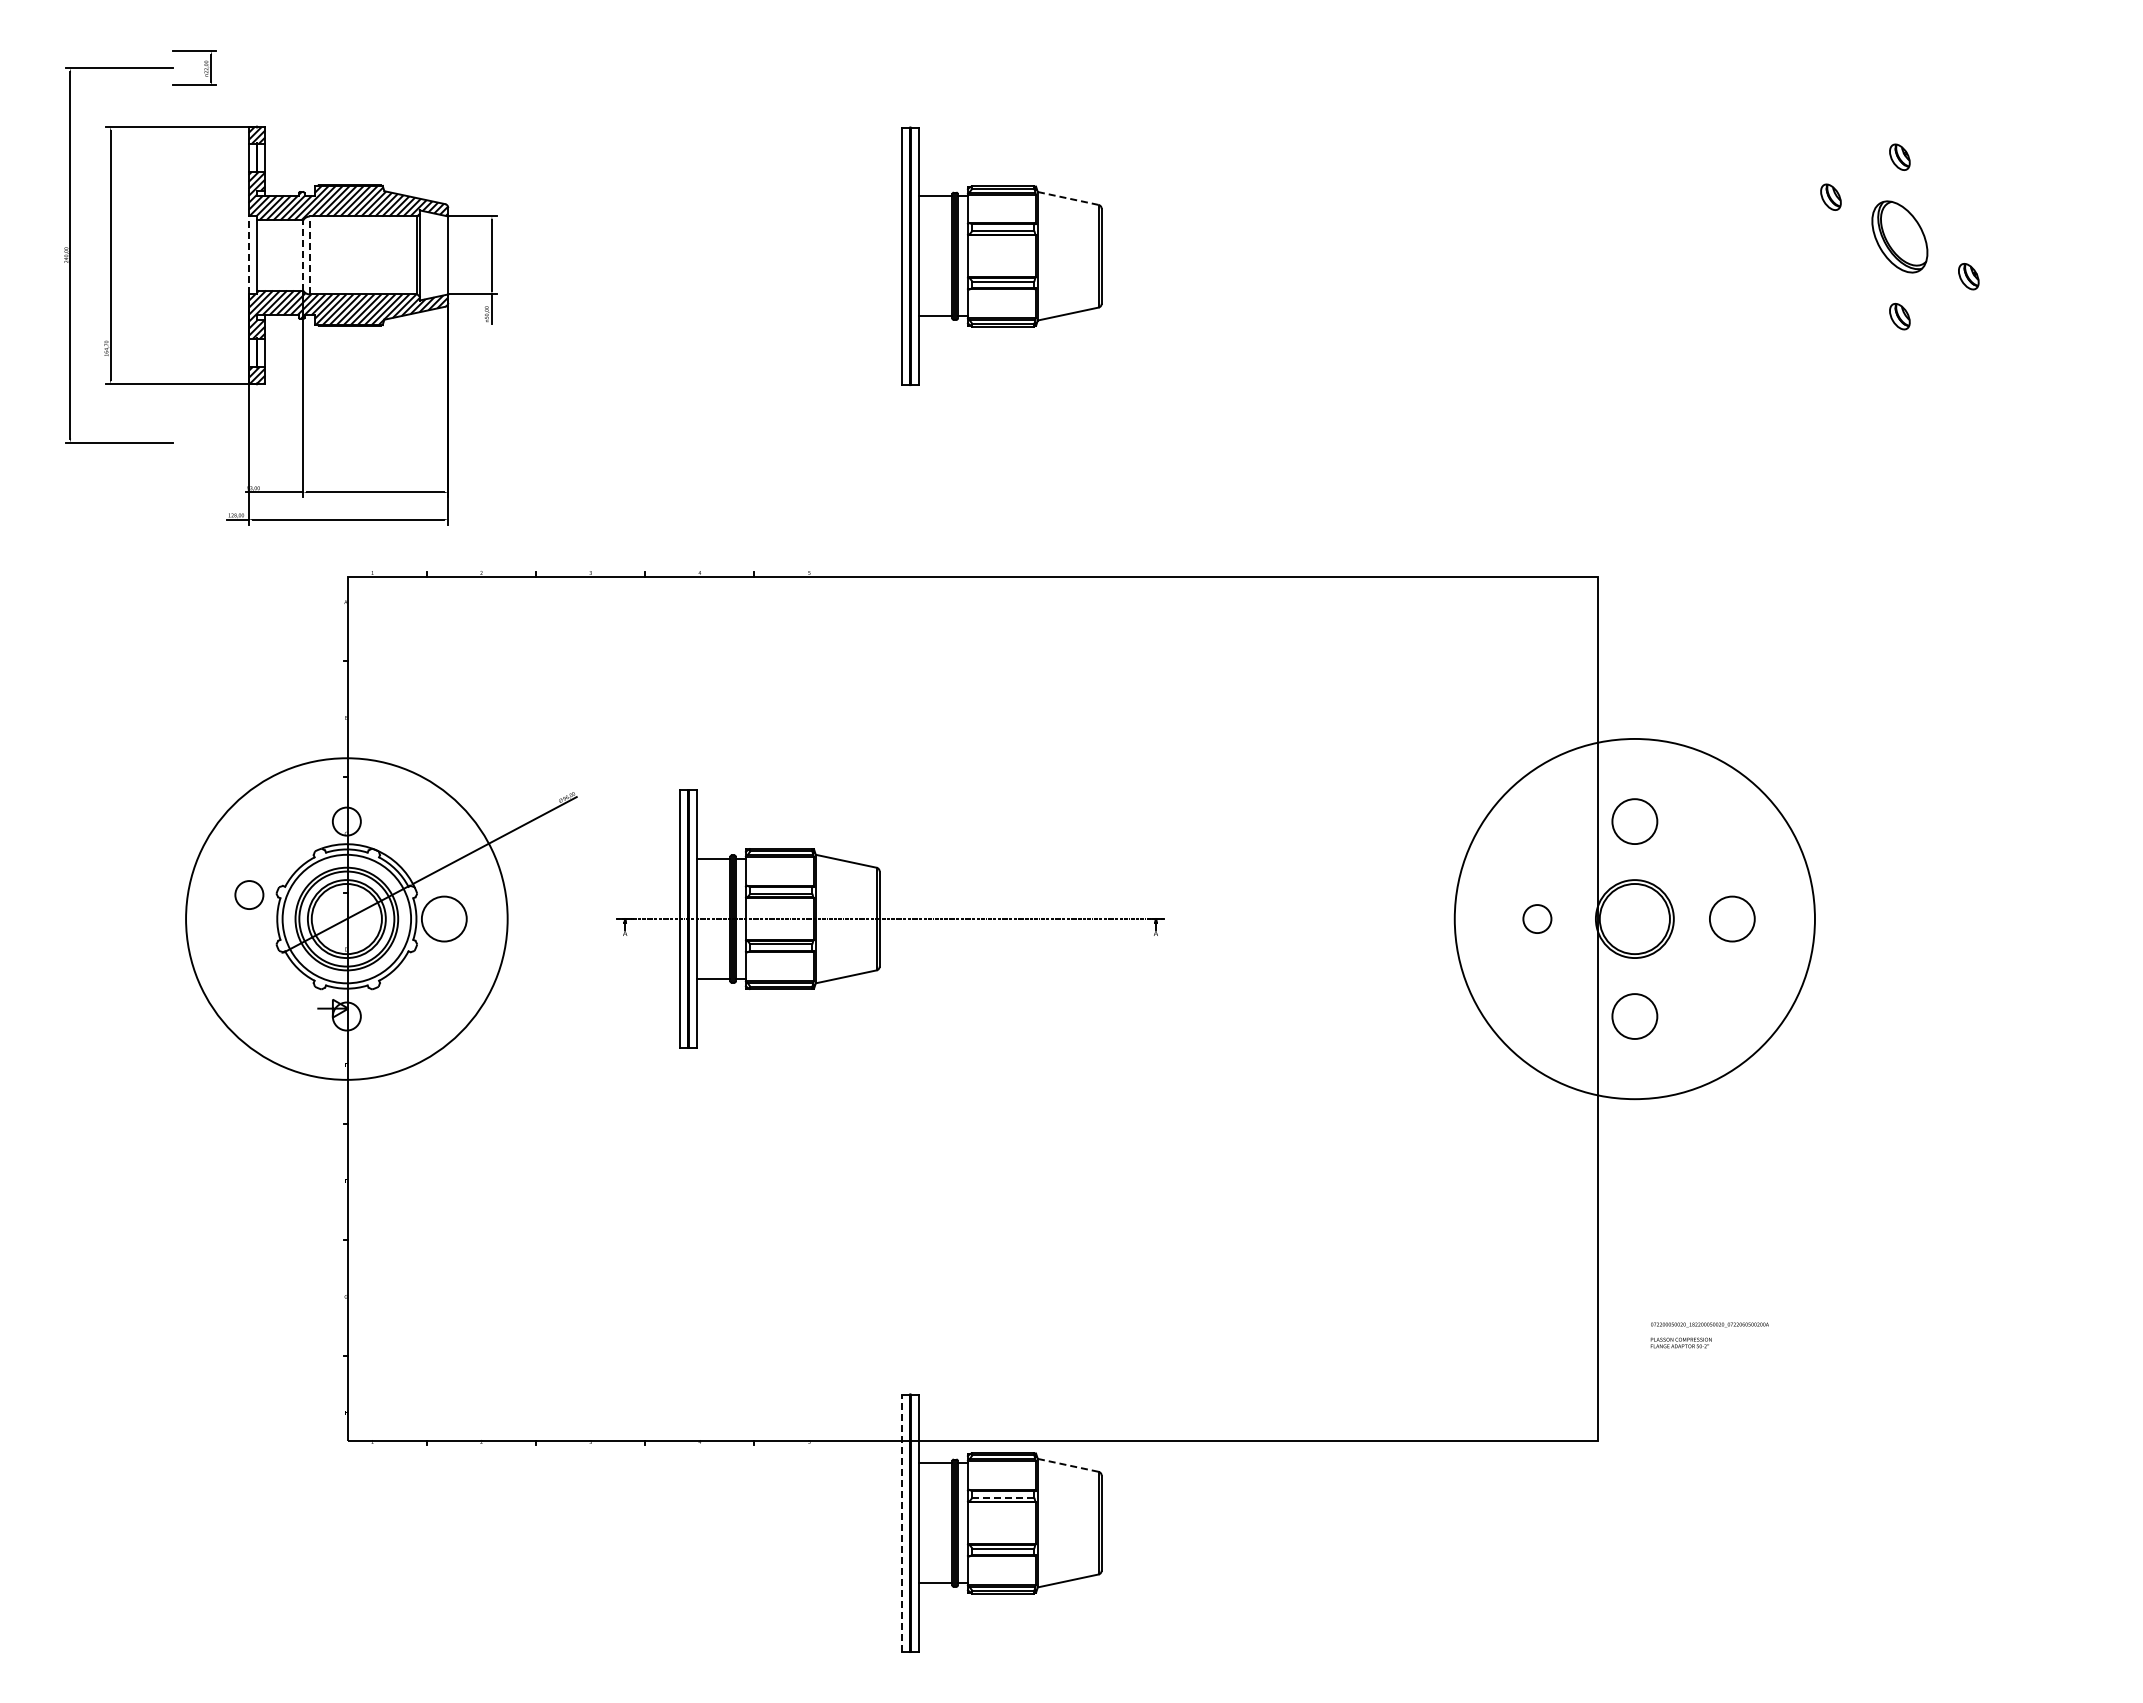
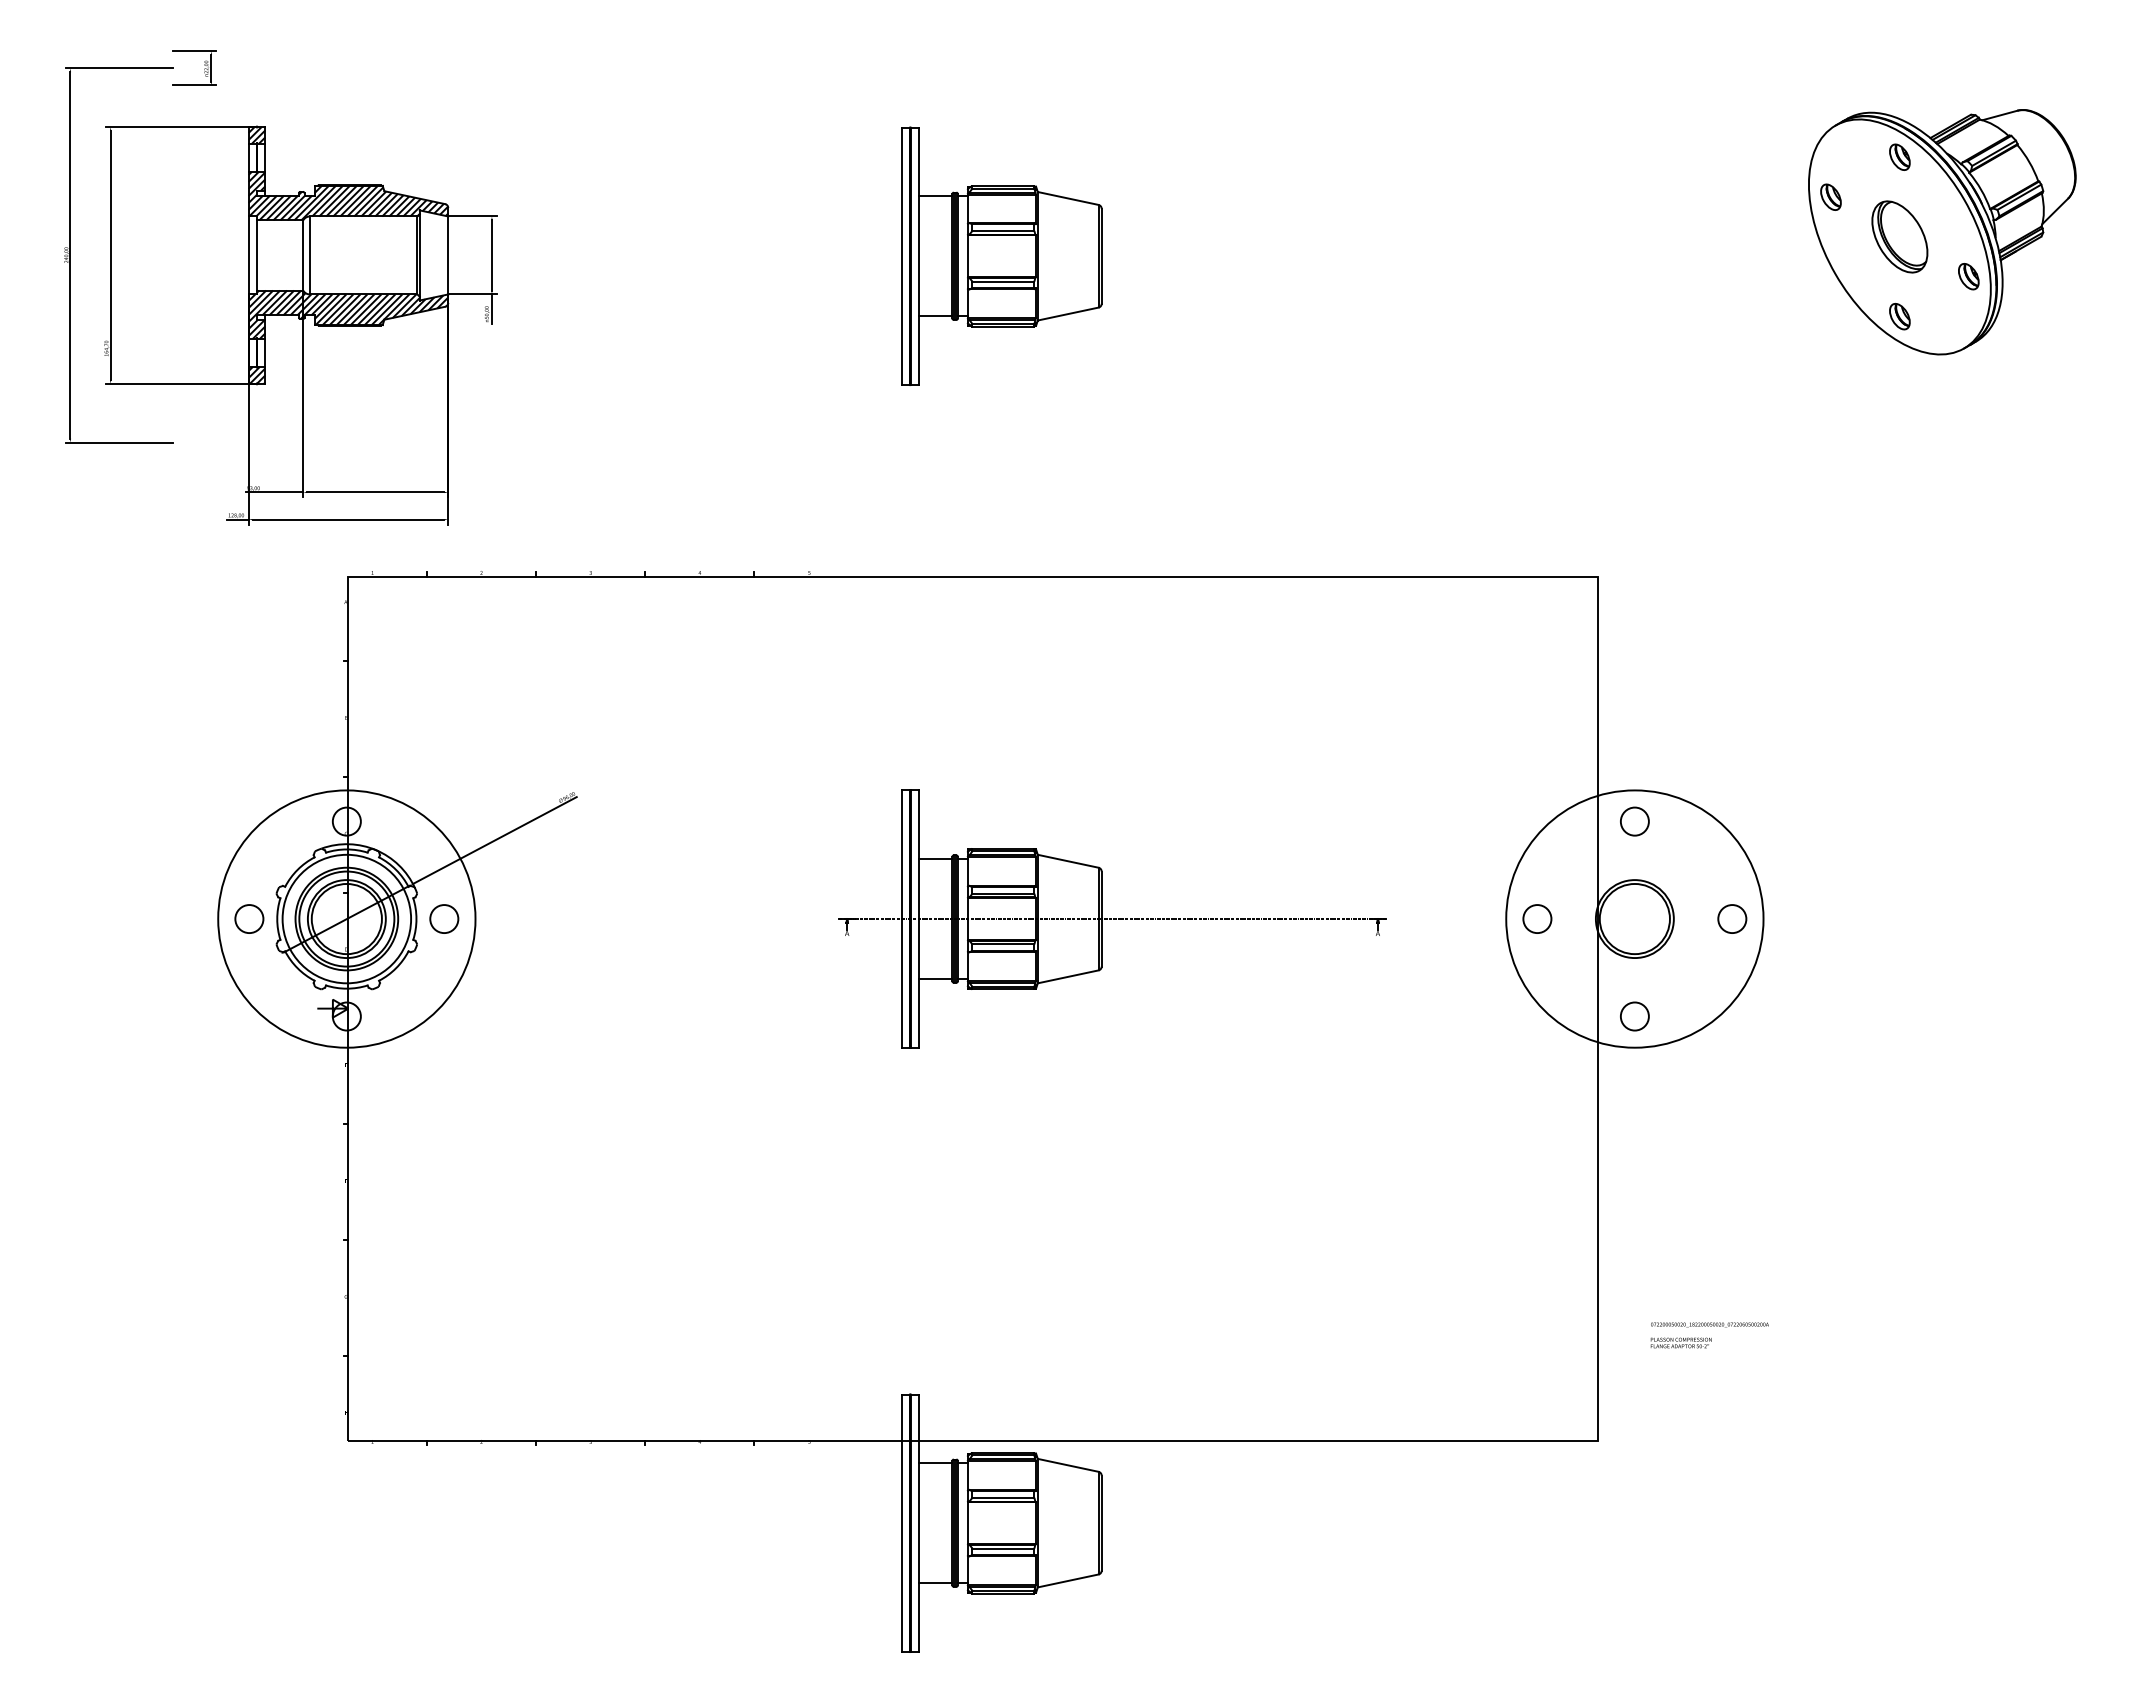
line at (1067, 198): dashed -> solid
part at (1942, 232): none -> present
line at (303, 254): dashed -> solid
line at (248, 255): dashed -> solid
line at (309, 255): dashed -> solid
circle at (1634, 821) diameter: 45 px -> 28 px
circle at (249, 894) position: (249, 894) -> (249, 918)
circle at (346, 918) diameter: 322 px -> 257 px
circle at (443, 918) diameter: 45 px -> 28 px
part at (890, 918) position: (890, 918) -> (1112, 918)
circle at (1634, 918) diameter: 360 px -> 257 px
circle at (1731, 918) diameter: 45 px -> 28 px
circle at (1634, 1016) diameter: 45 px -> 28 px
line at (1067, 1465): dashed -> solid
line at (1003, 1497): dashed -> solid
line at (902, 1523): dashed -> solid
